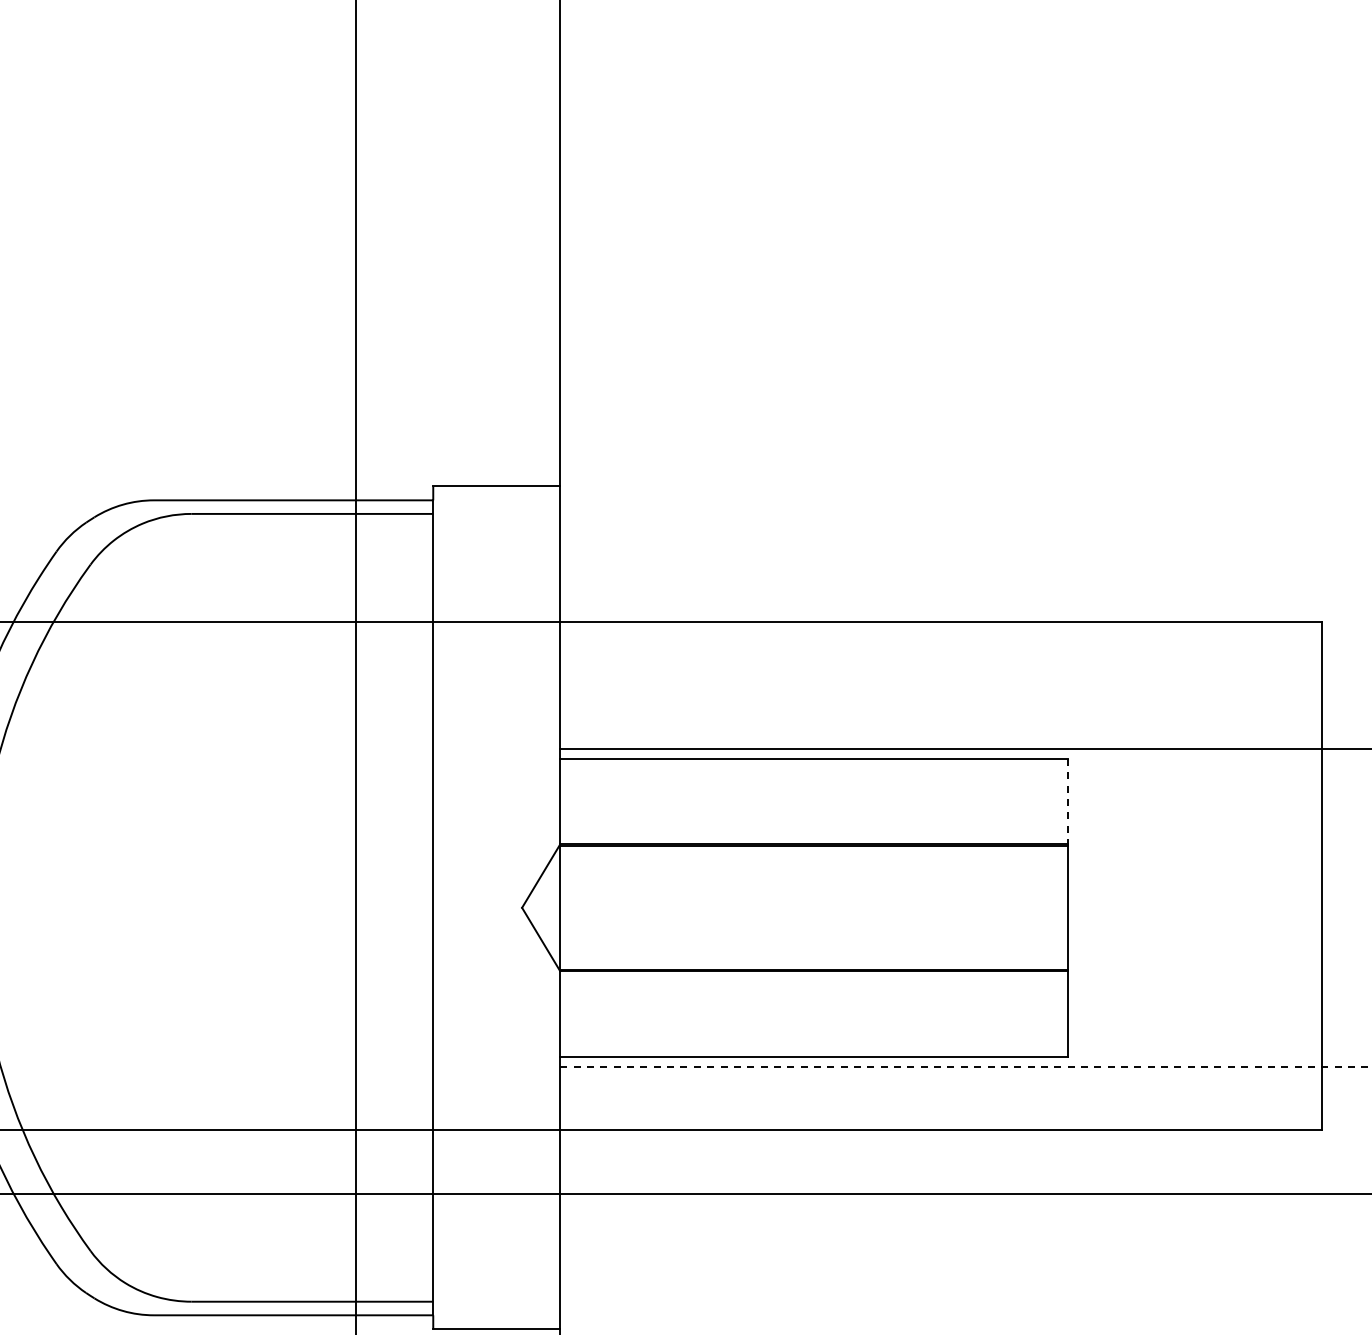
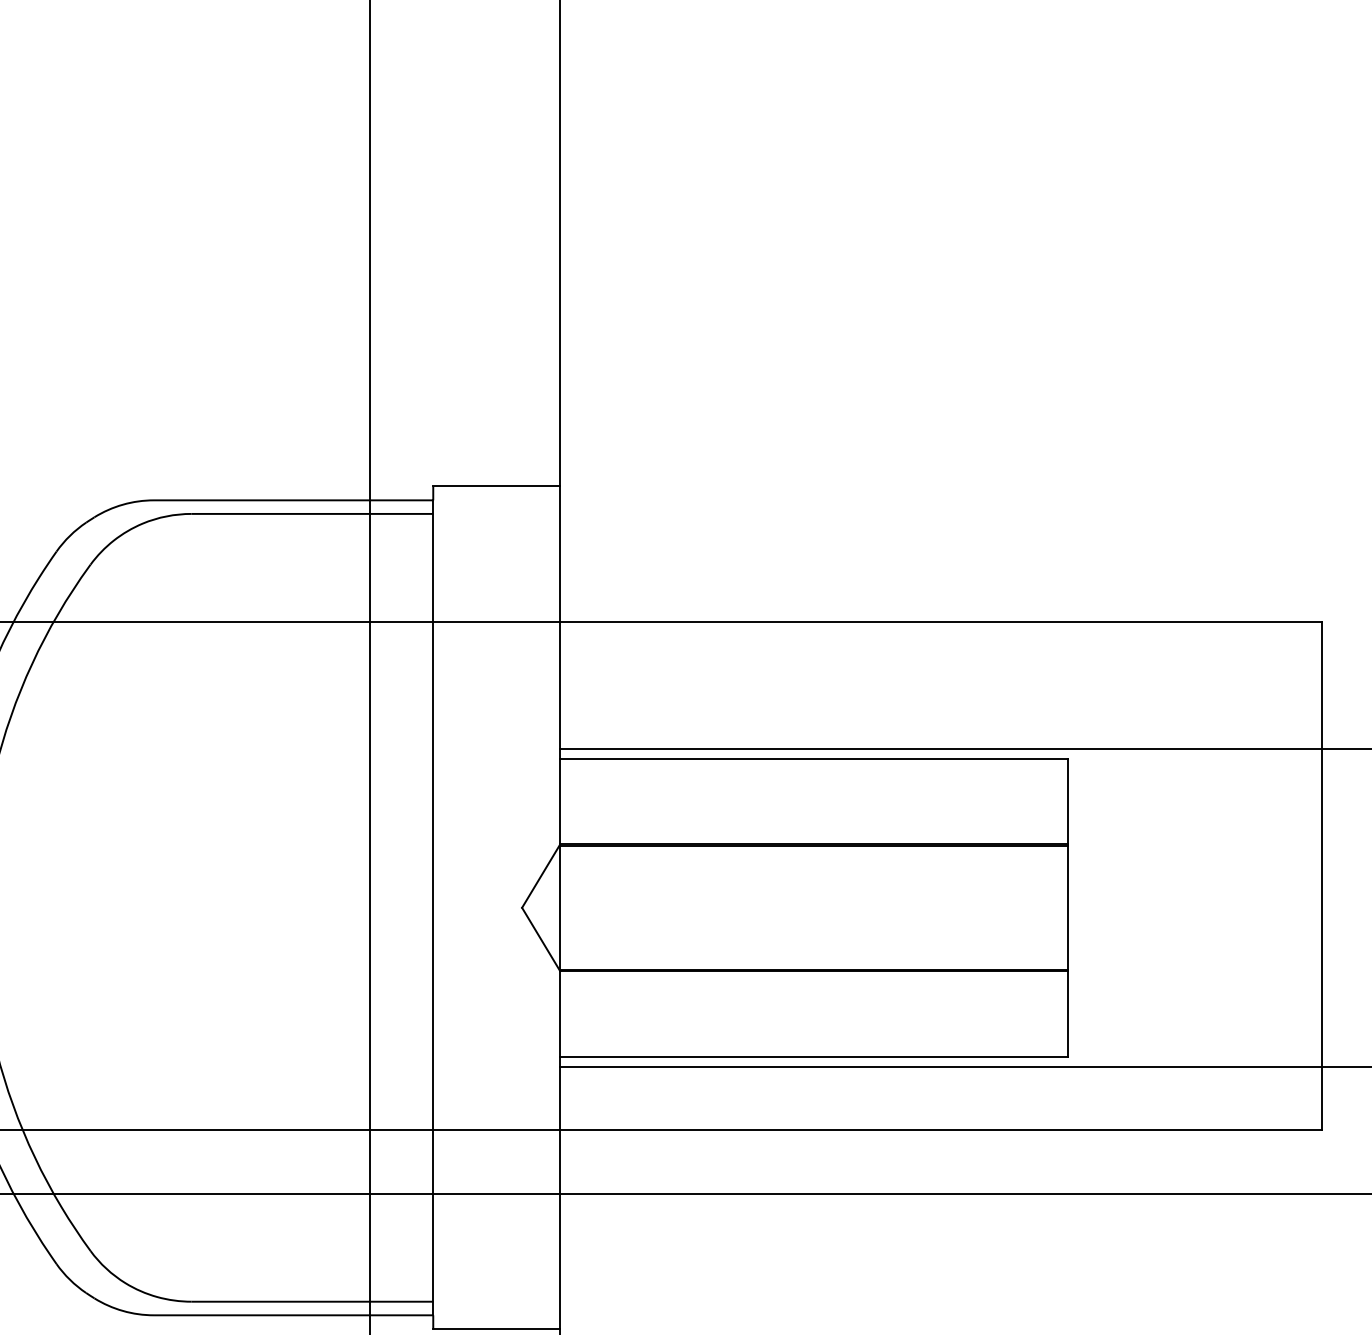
line at (355, 666) position: (355, 666) -> (369, 666)
line at (1068, 802): dashed -> solid
line at (966, 1066): dashed -> solid
